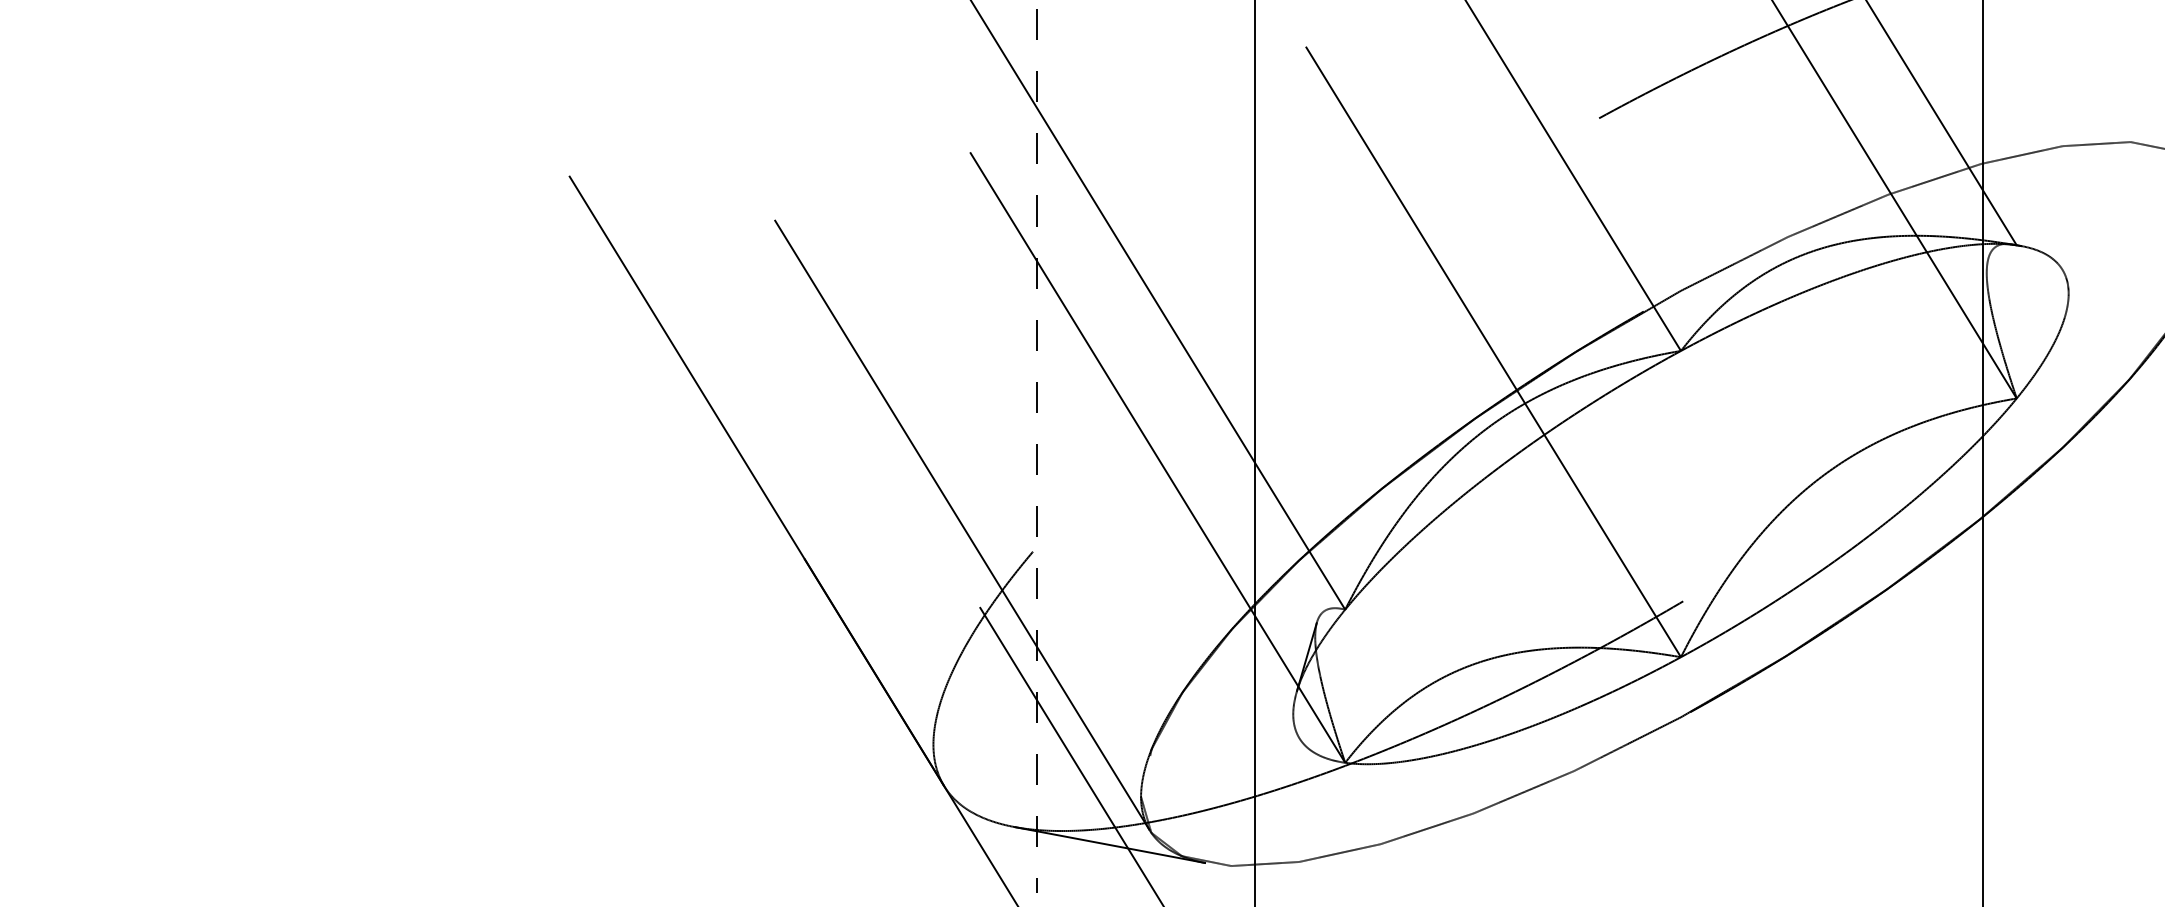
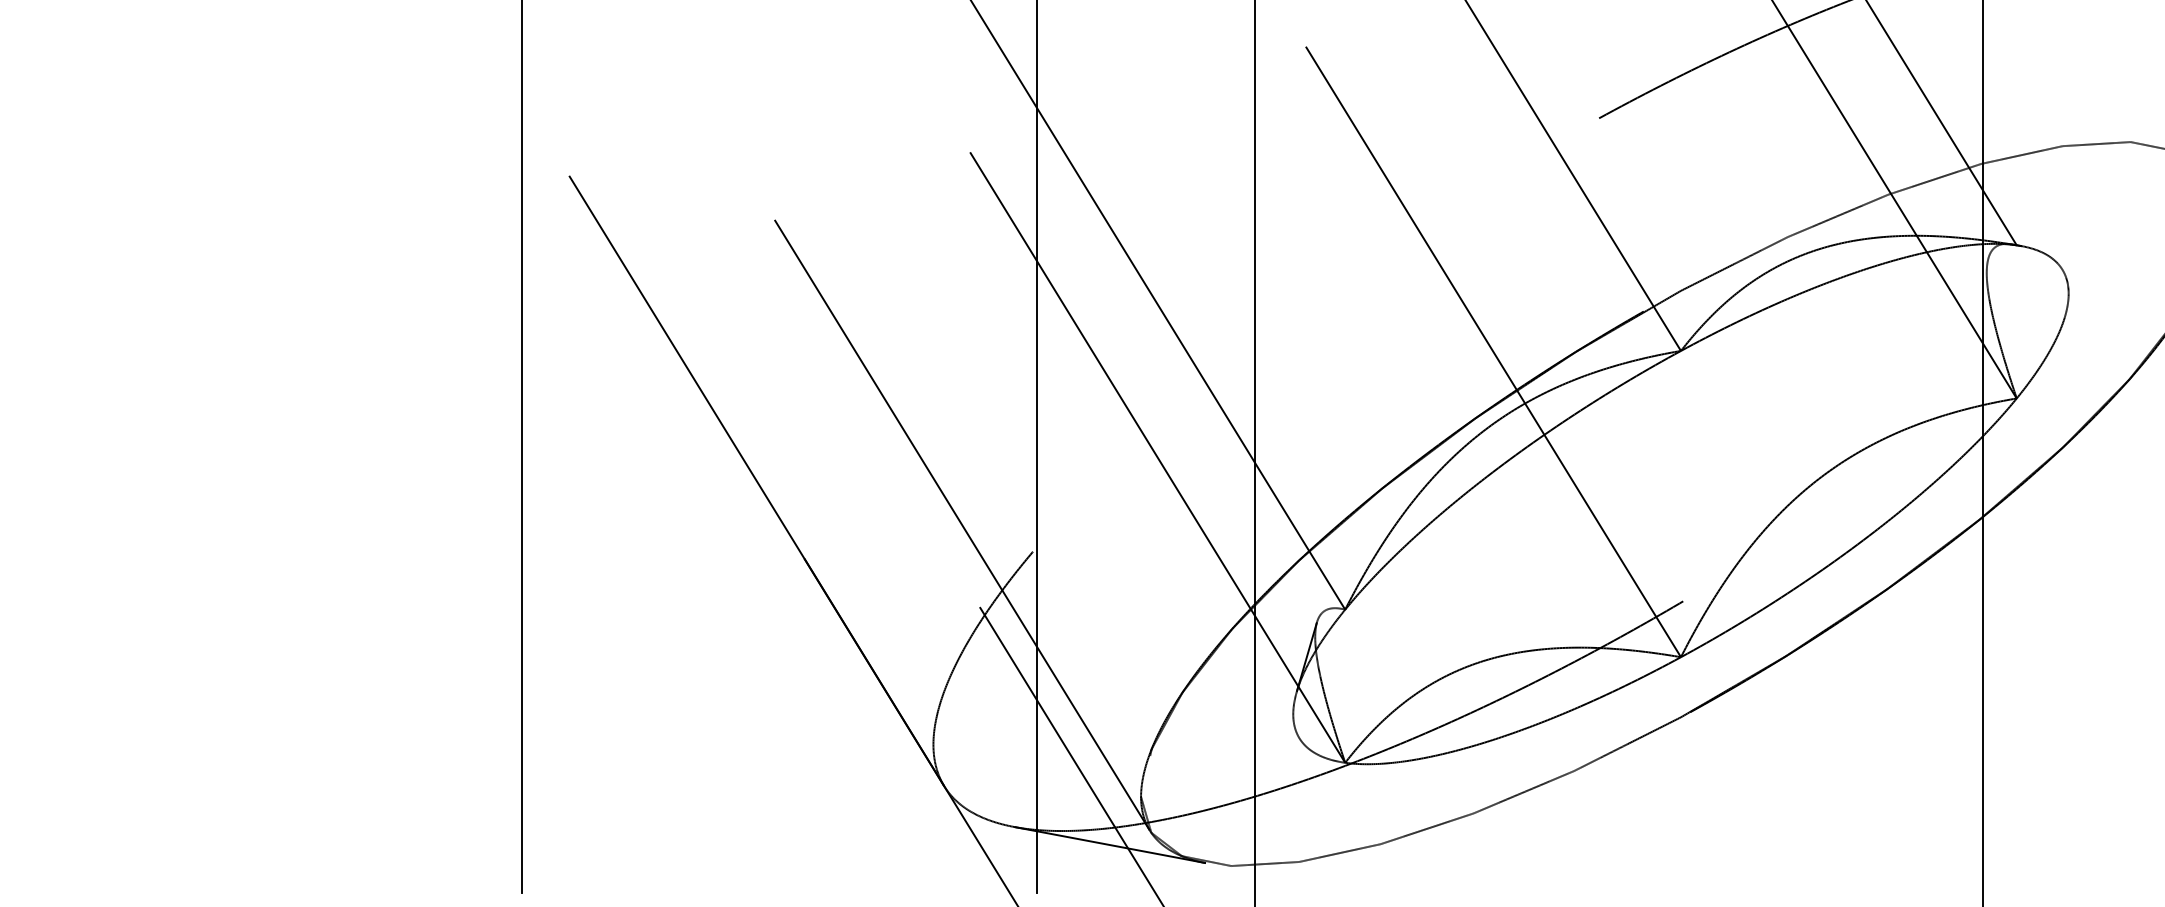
line at (522, 447): none -> present
line at (1037, 447): dashed -> solid
